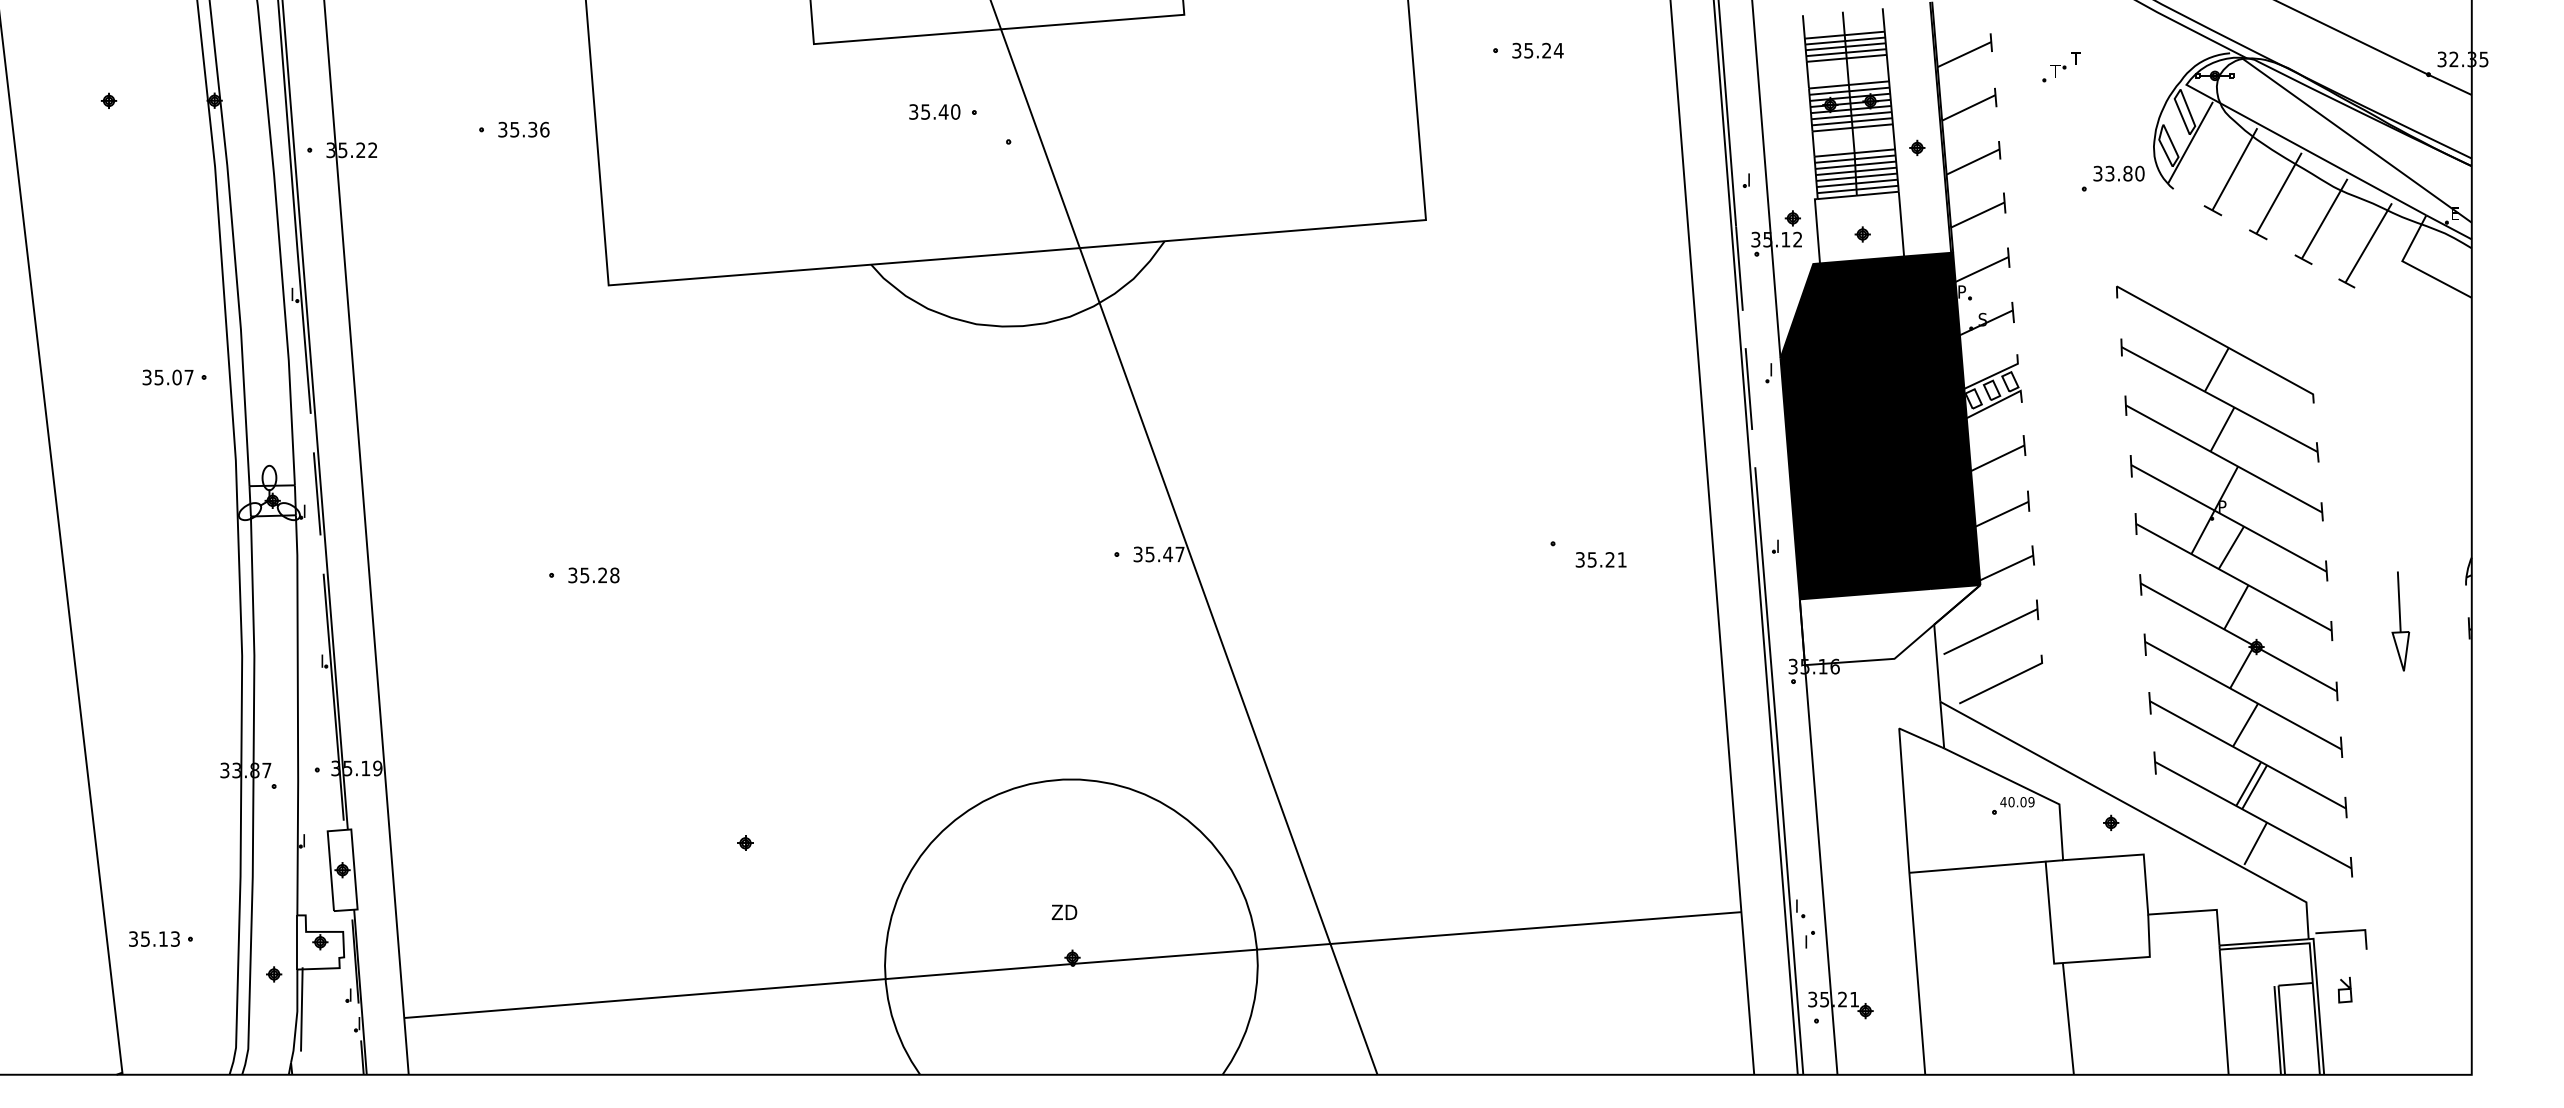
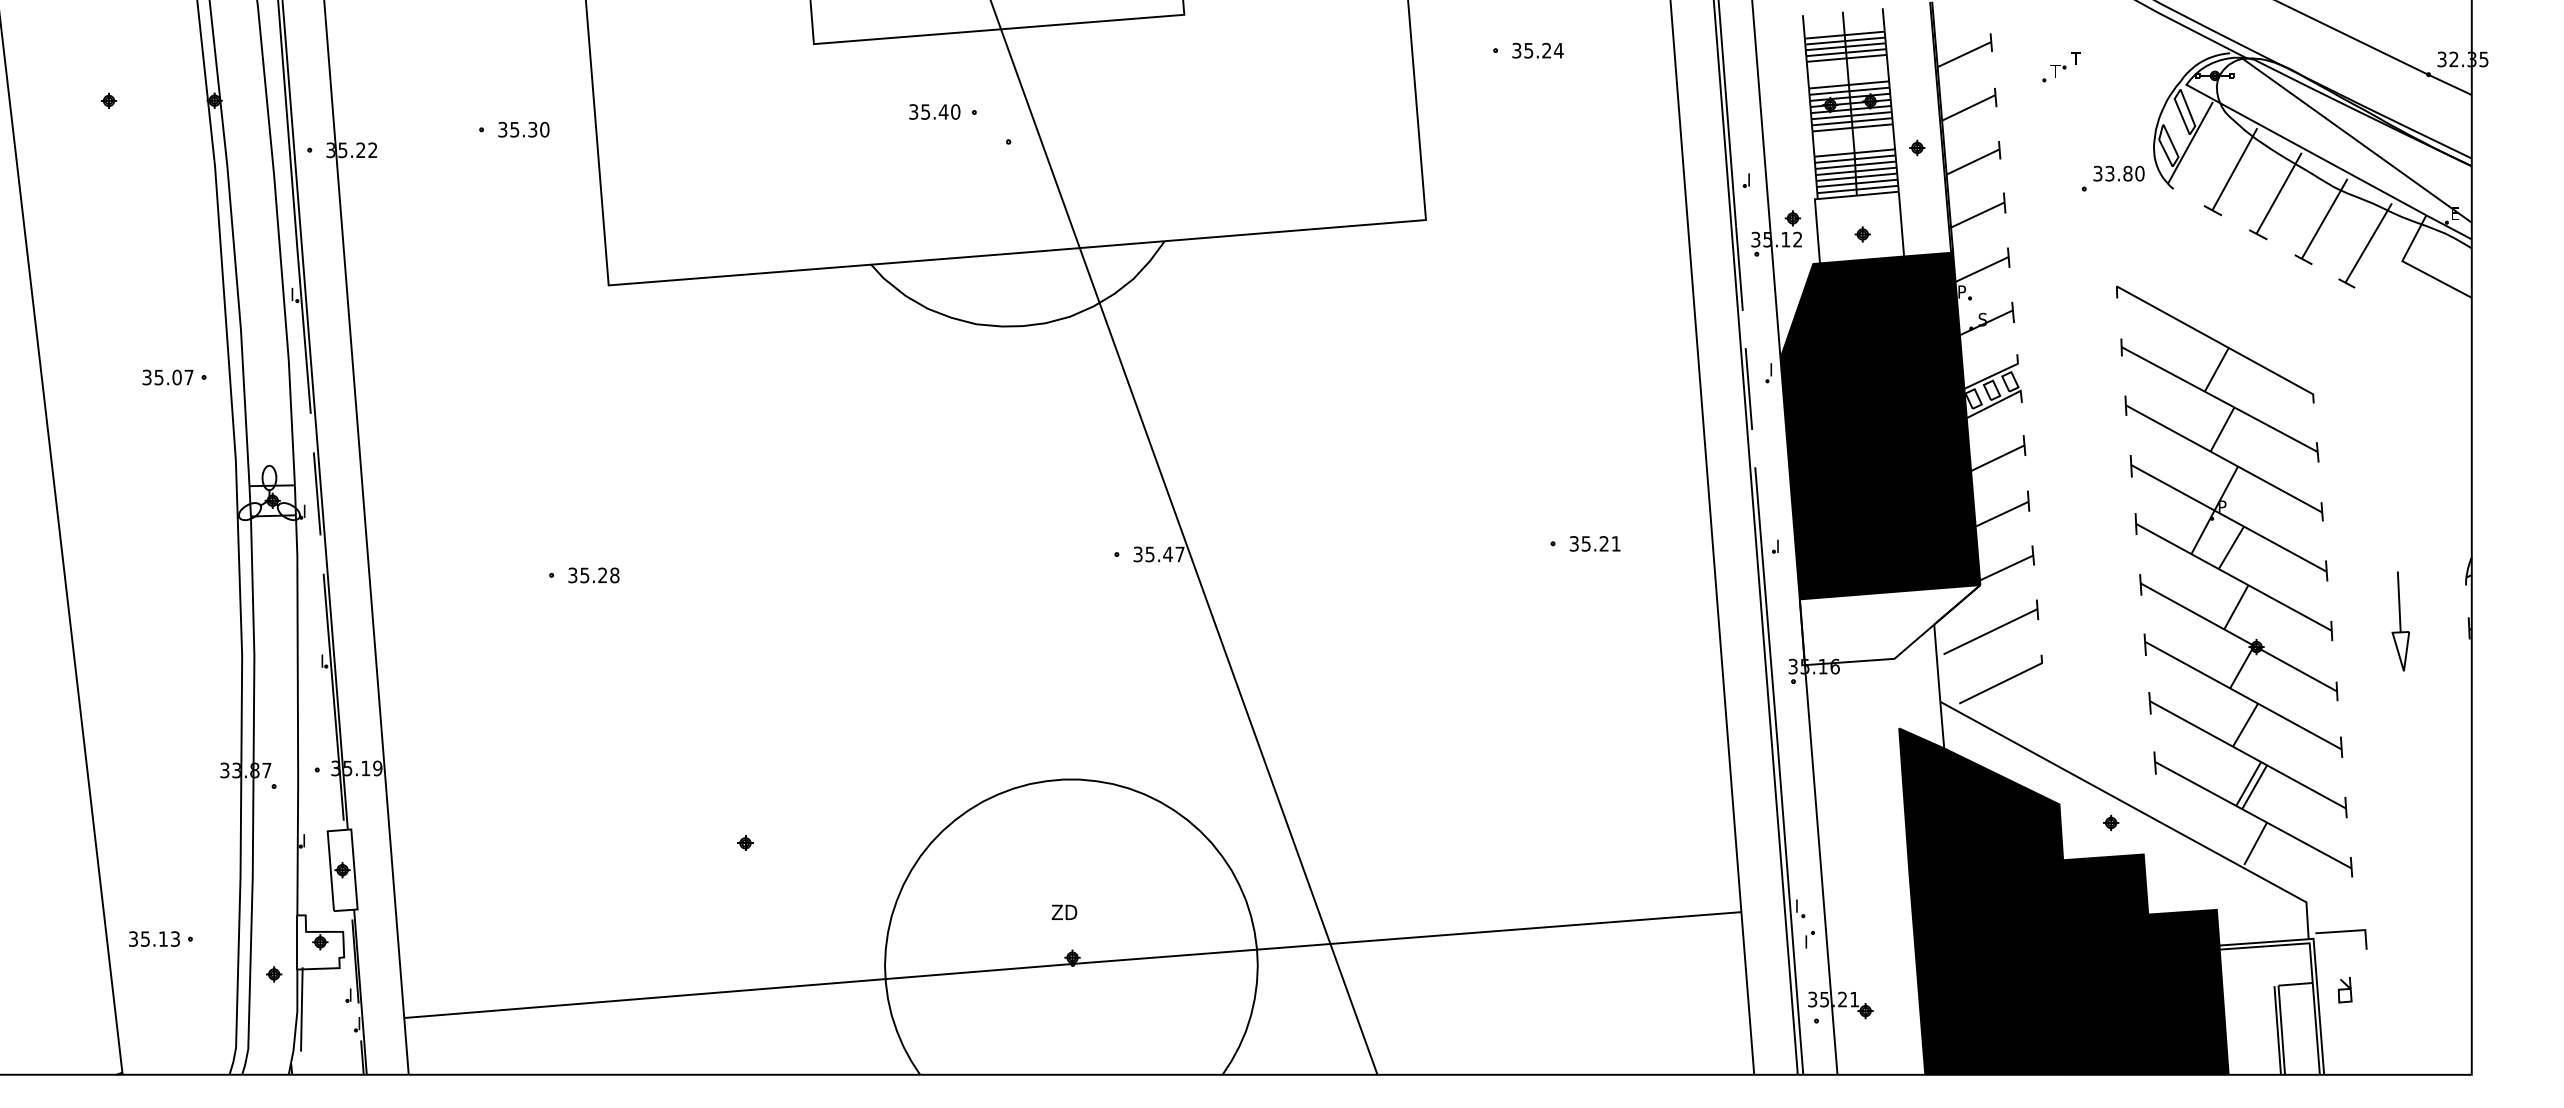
text at (544, 129): 35.36 -> 35.30
text at (1600, 559) position: (1600, 559) -> (1594, 543)
fill at (2063, 901): none -> present
